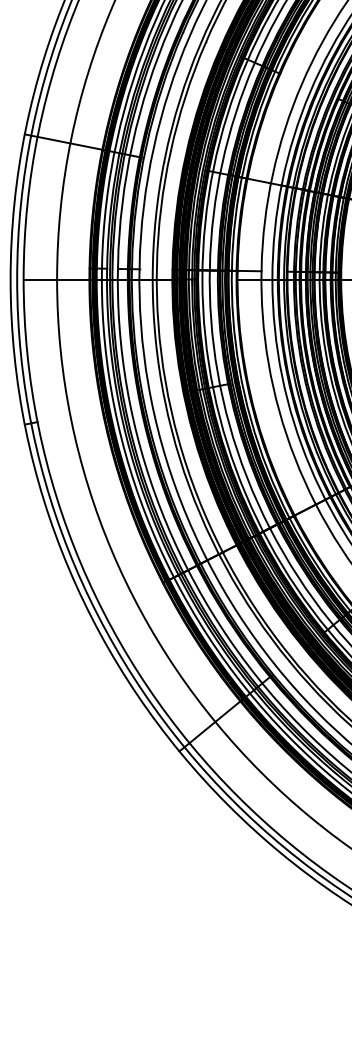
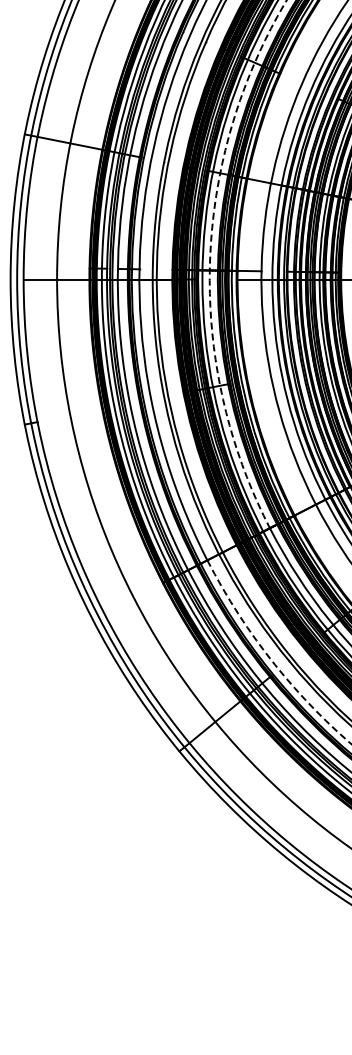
arc at (210, 261): solid -> dashed
arc at (270, 659): solid -> dashed
